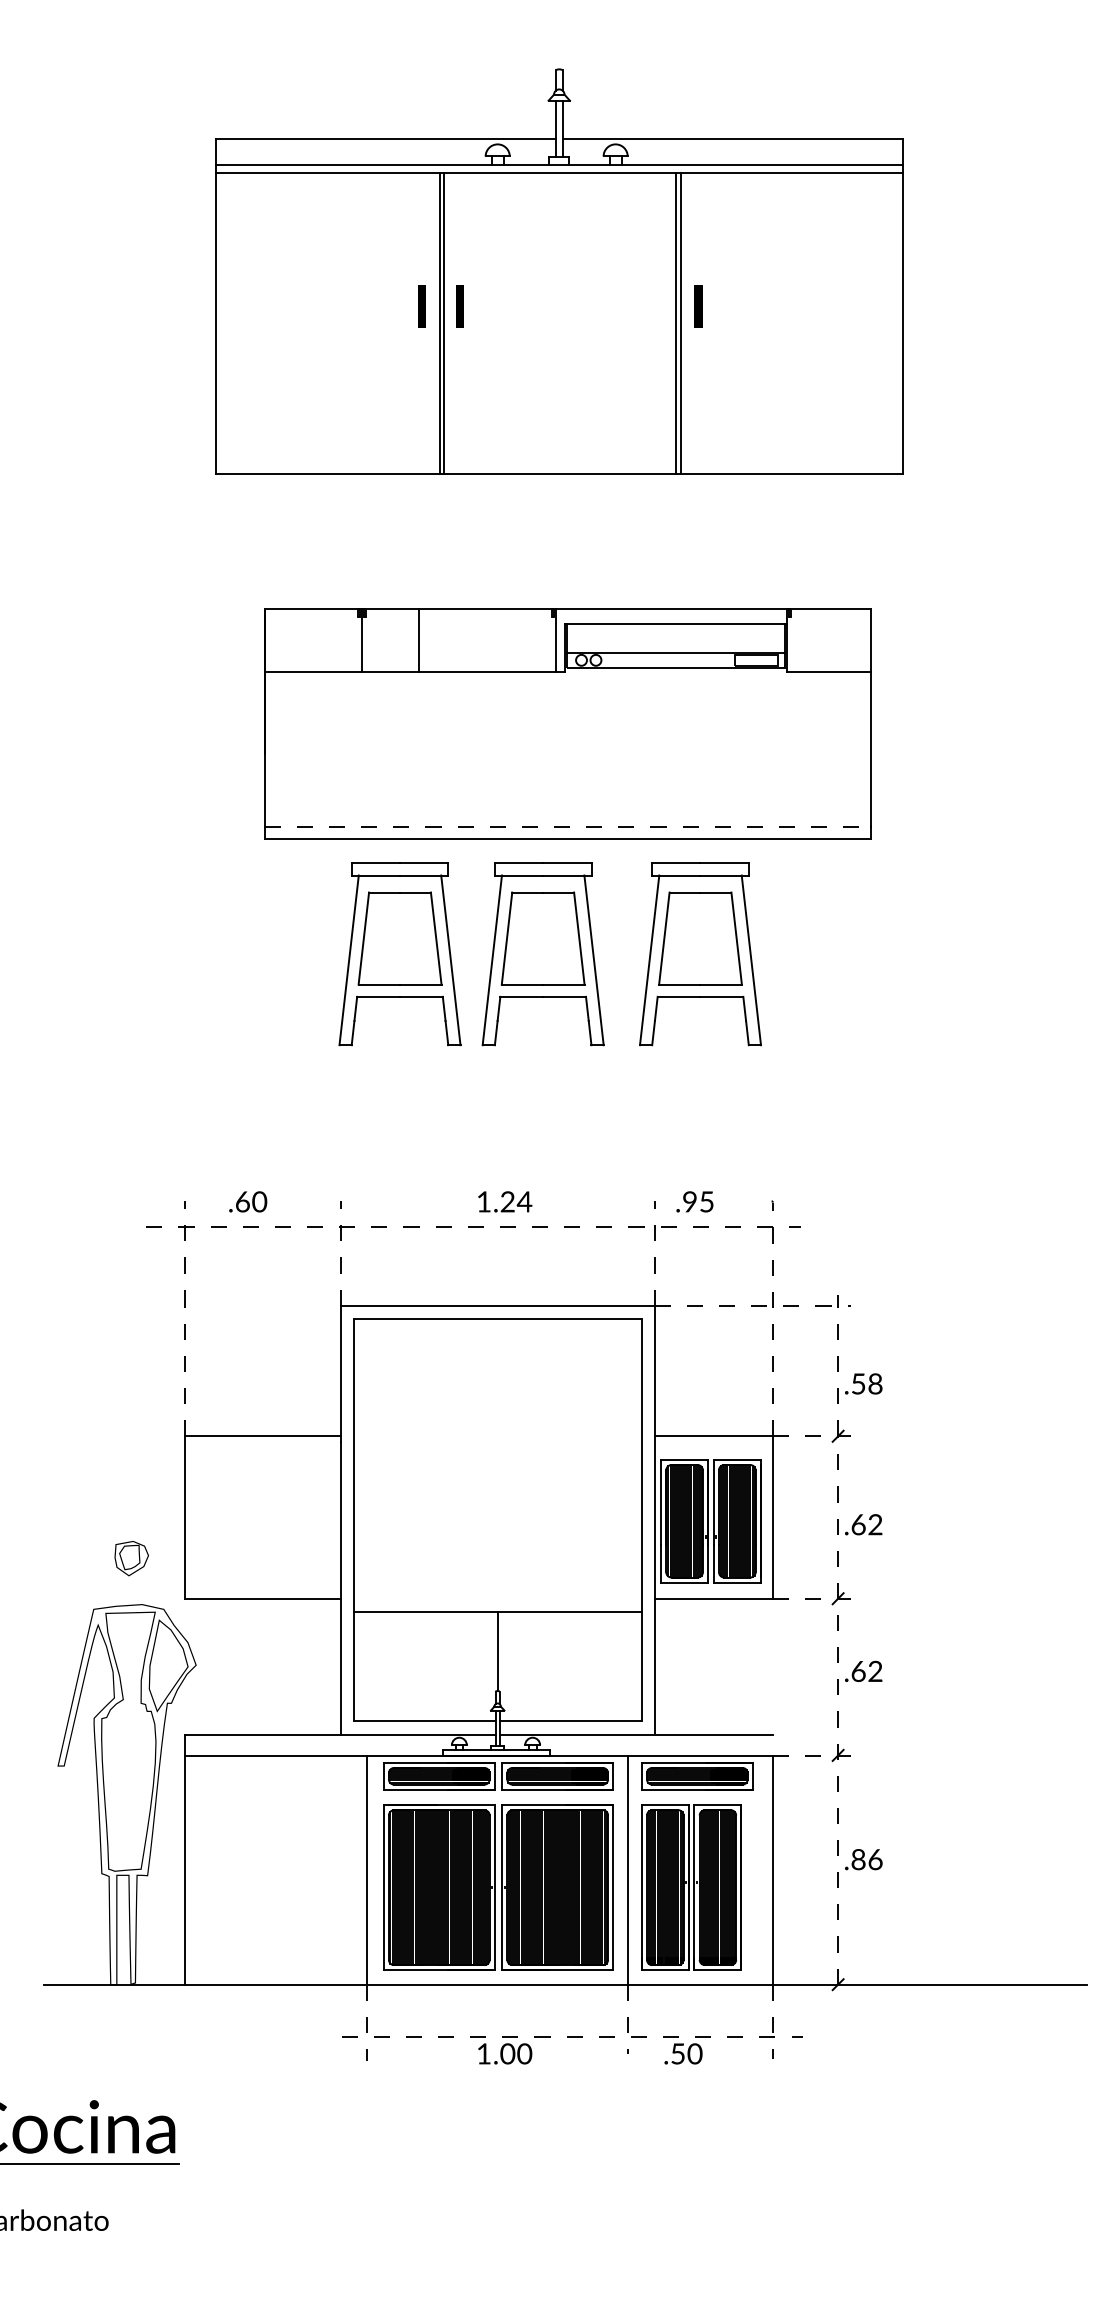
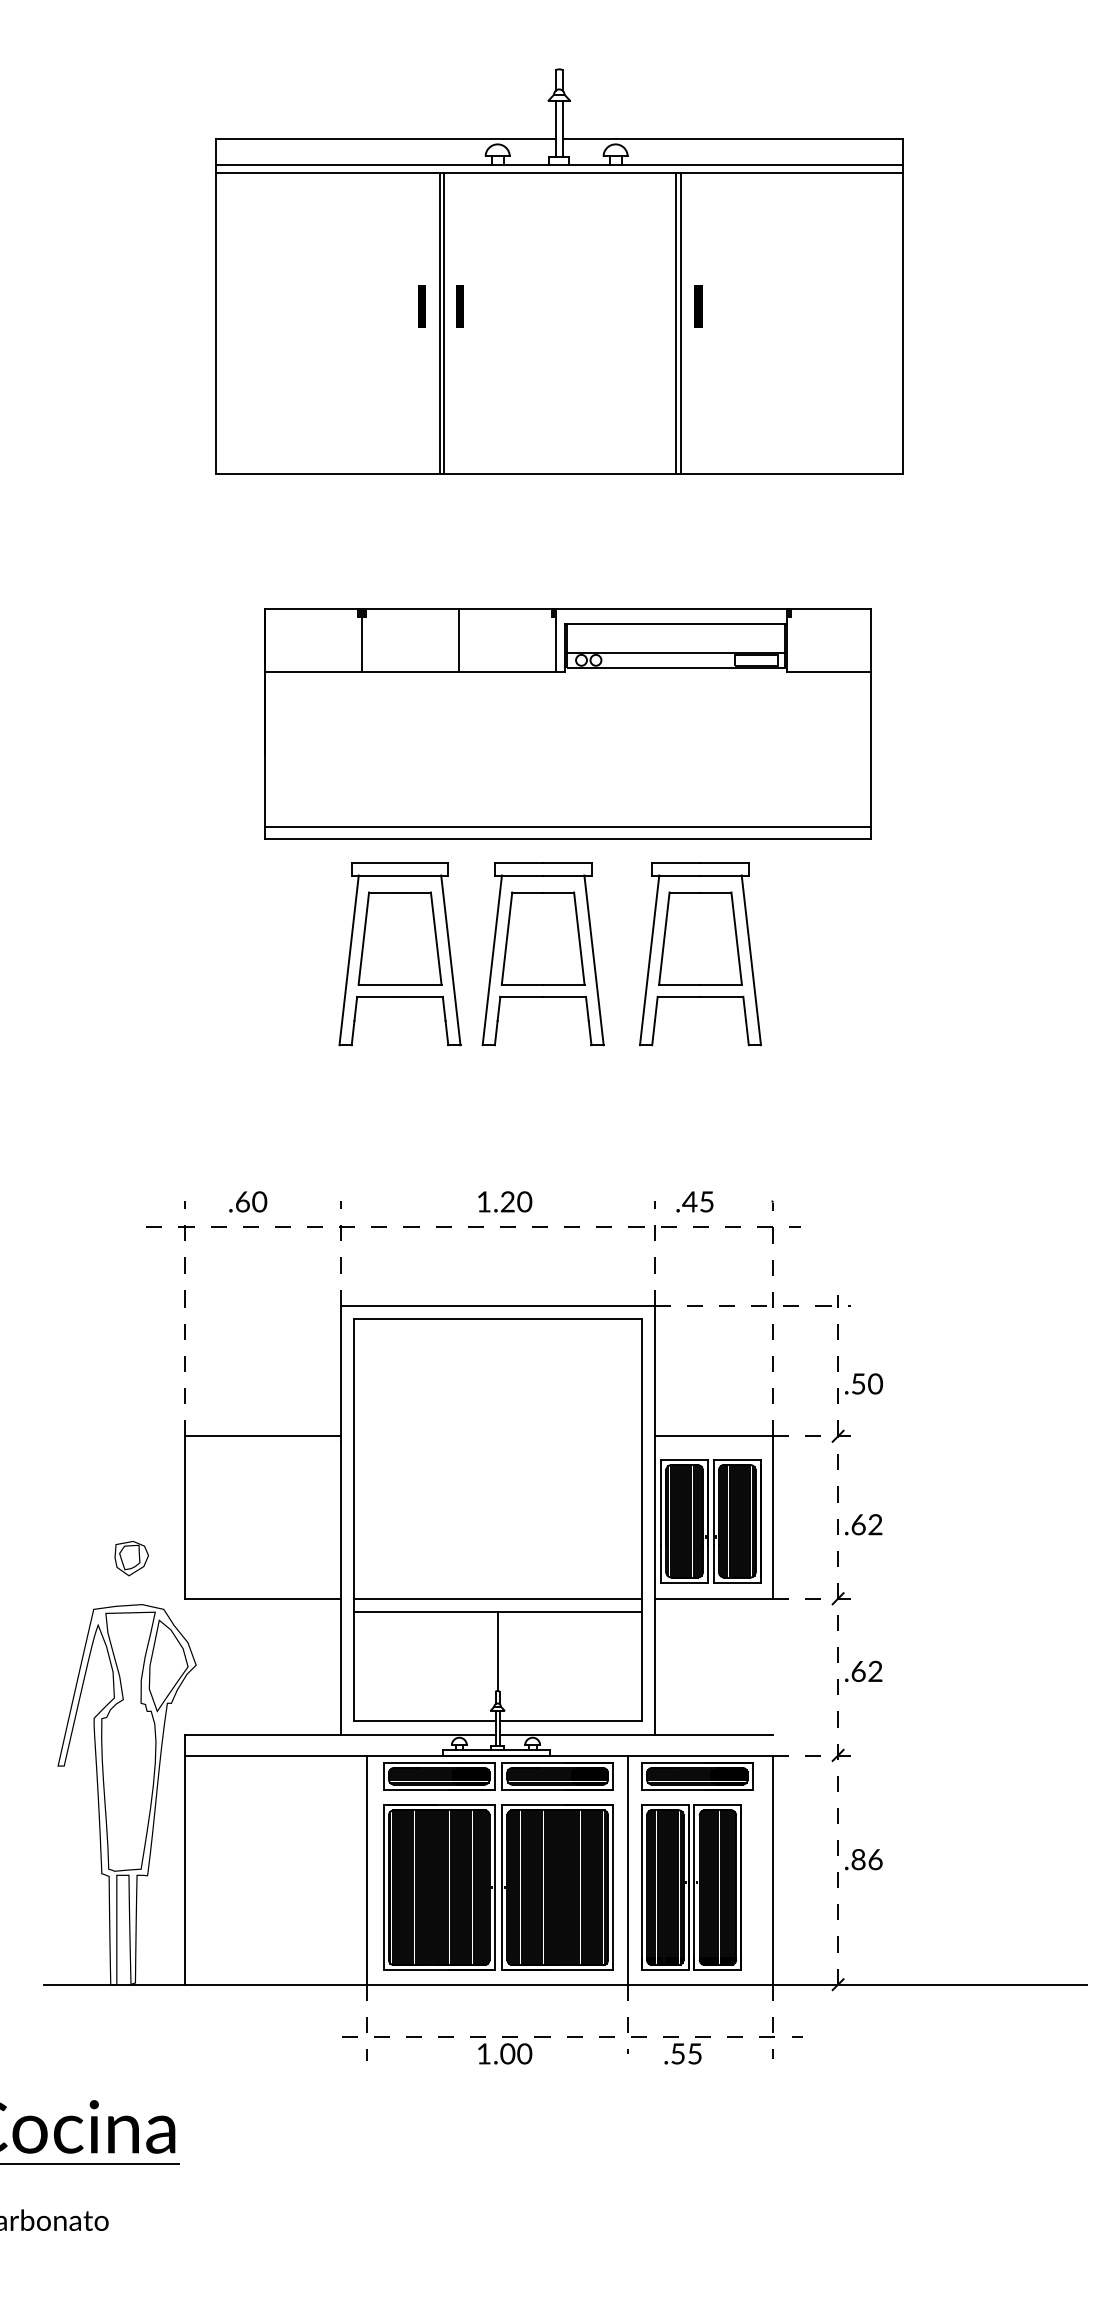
line at (418, 640) position: (418, 640) -> (458, 640)
line at (568, 826): dashed -> solid
text at (524, 1201): 1.24 -> 1.20
text at (689, 1201): .95 -> .45
text at (875, 1384): .58 -> .50
line at (497, 1598): none -> present
text at (694, 2053): .50 -> .55
